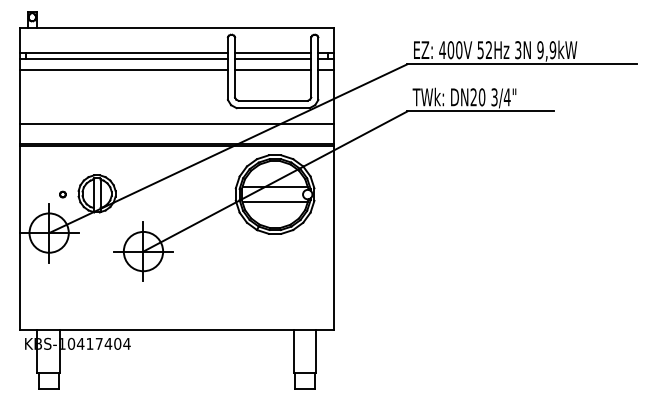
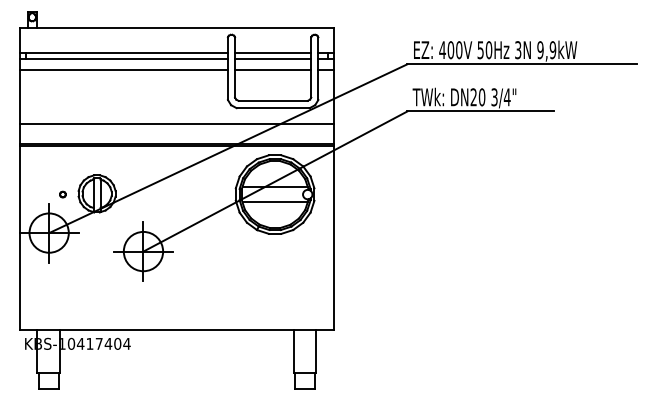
text at (488, 50): 52Hz -> 50Hz
